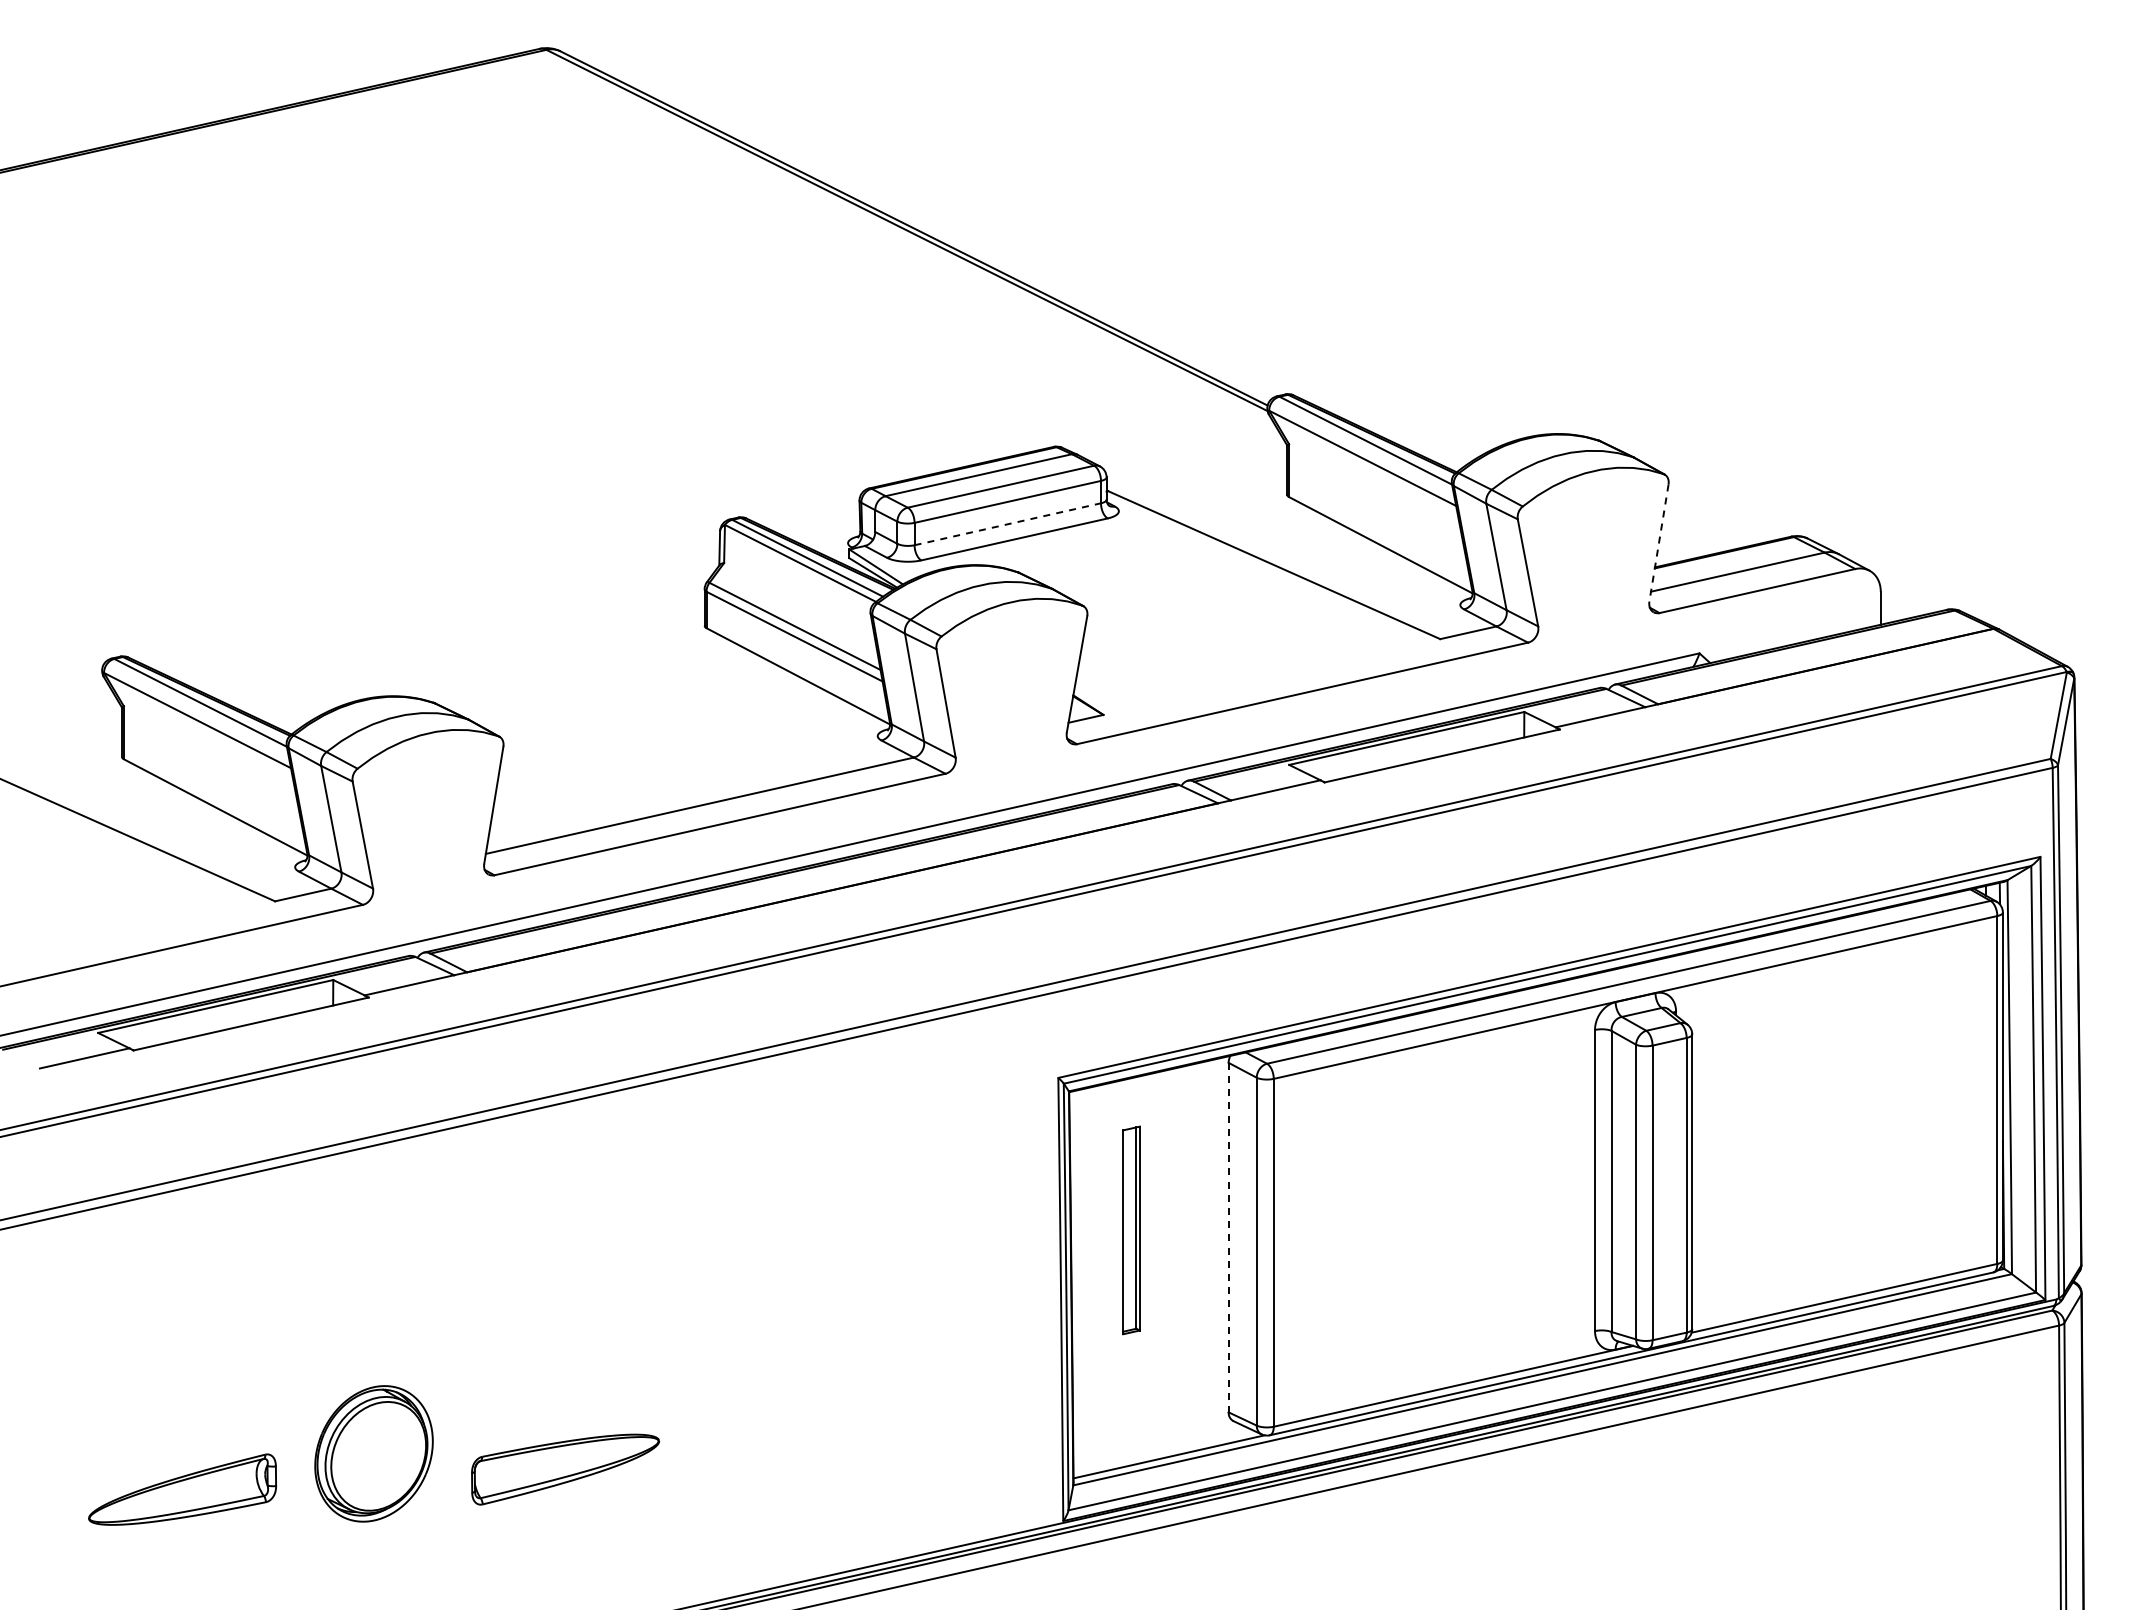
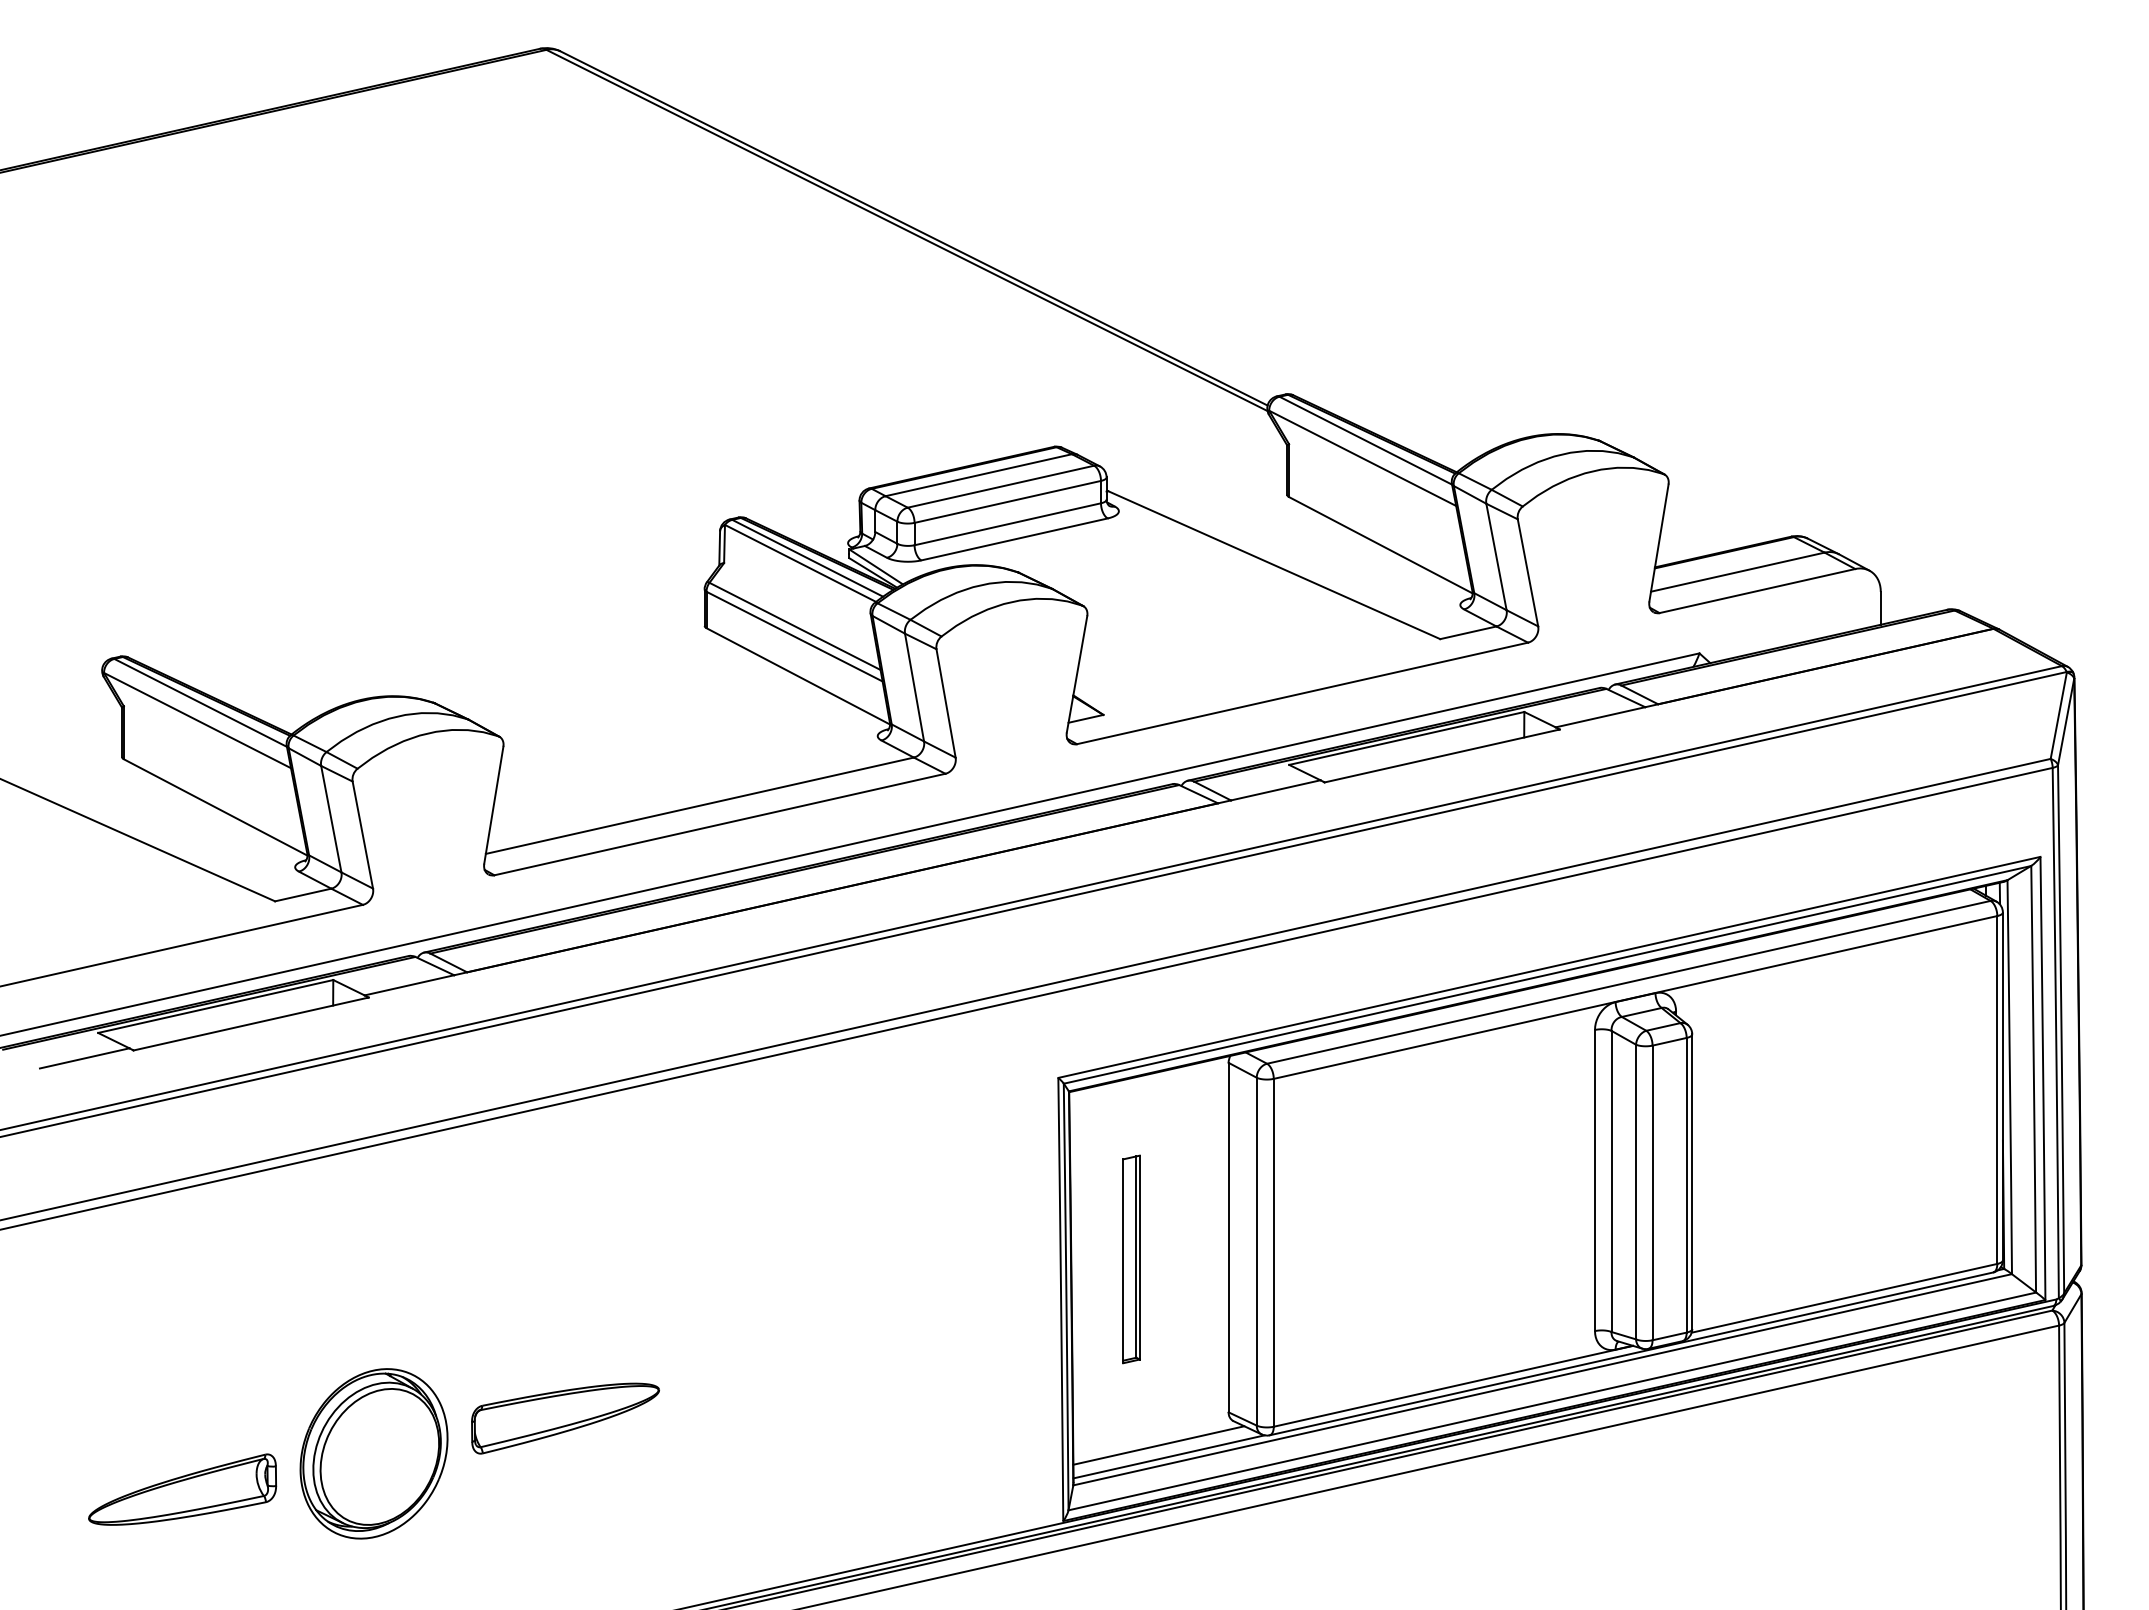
line at (1007, 524): dashed -> solid
line at (1658, 543): dashed -> solid
part at (1131, 1230) position: (1131, 1230) -> (1131, 1259)
line at (1228, 1237): dashed -> solid
line at (1158, 1445): none -> present
part at (373, 1453) size: 120x138 px -> 150x172 px
part at (565, 1469) position: (565, 1469) -> (565, 1418)
